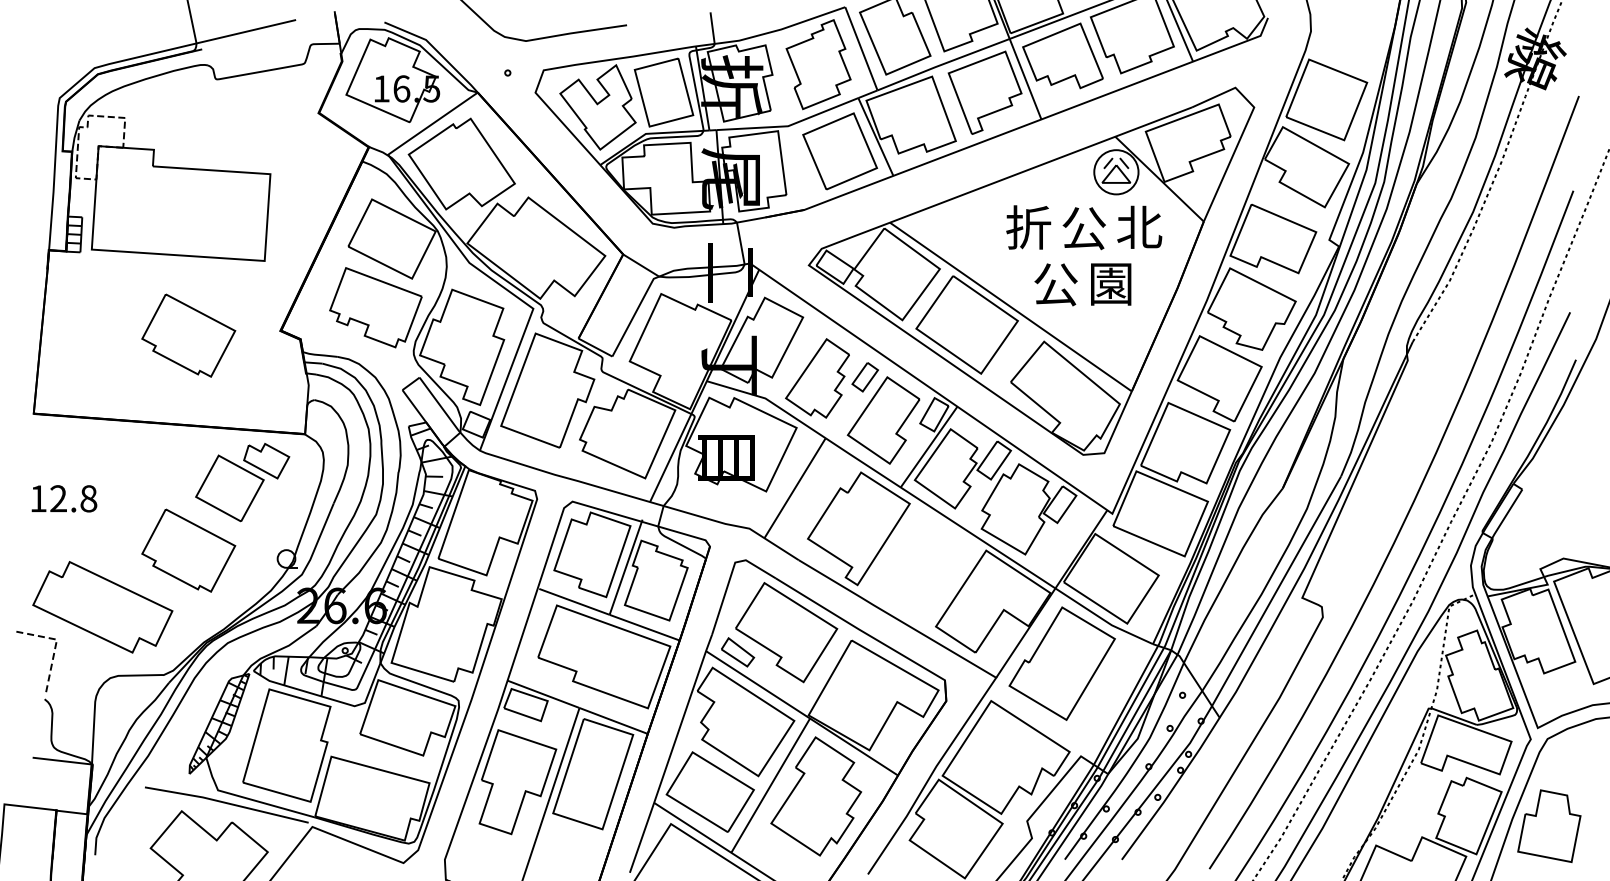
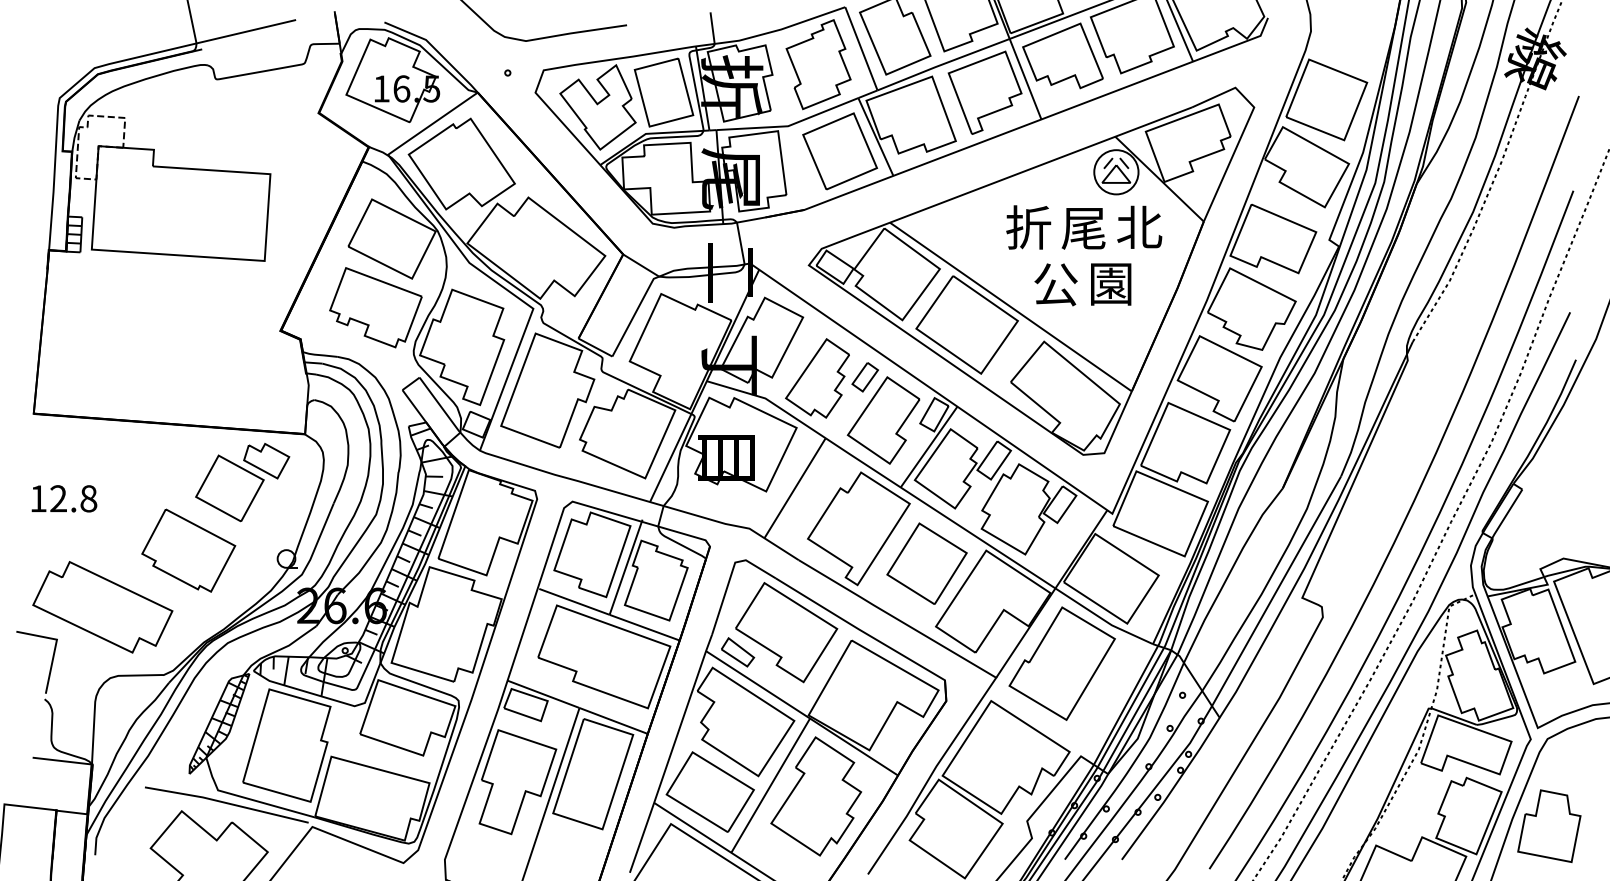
text at (1083, 228): 公 -> 尾
part at (188, 335): present -> none
part at (926, 563): none -> present
line at (55, 646): dashed -> solid
